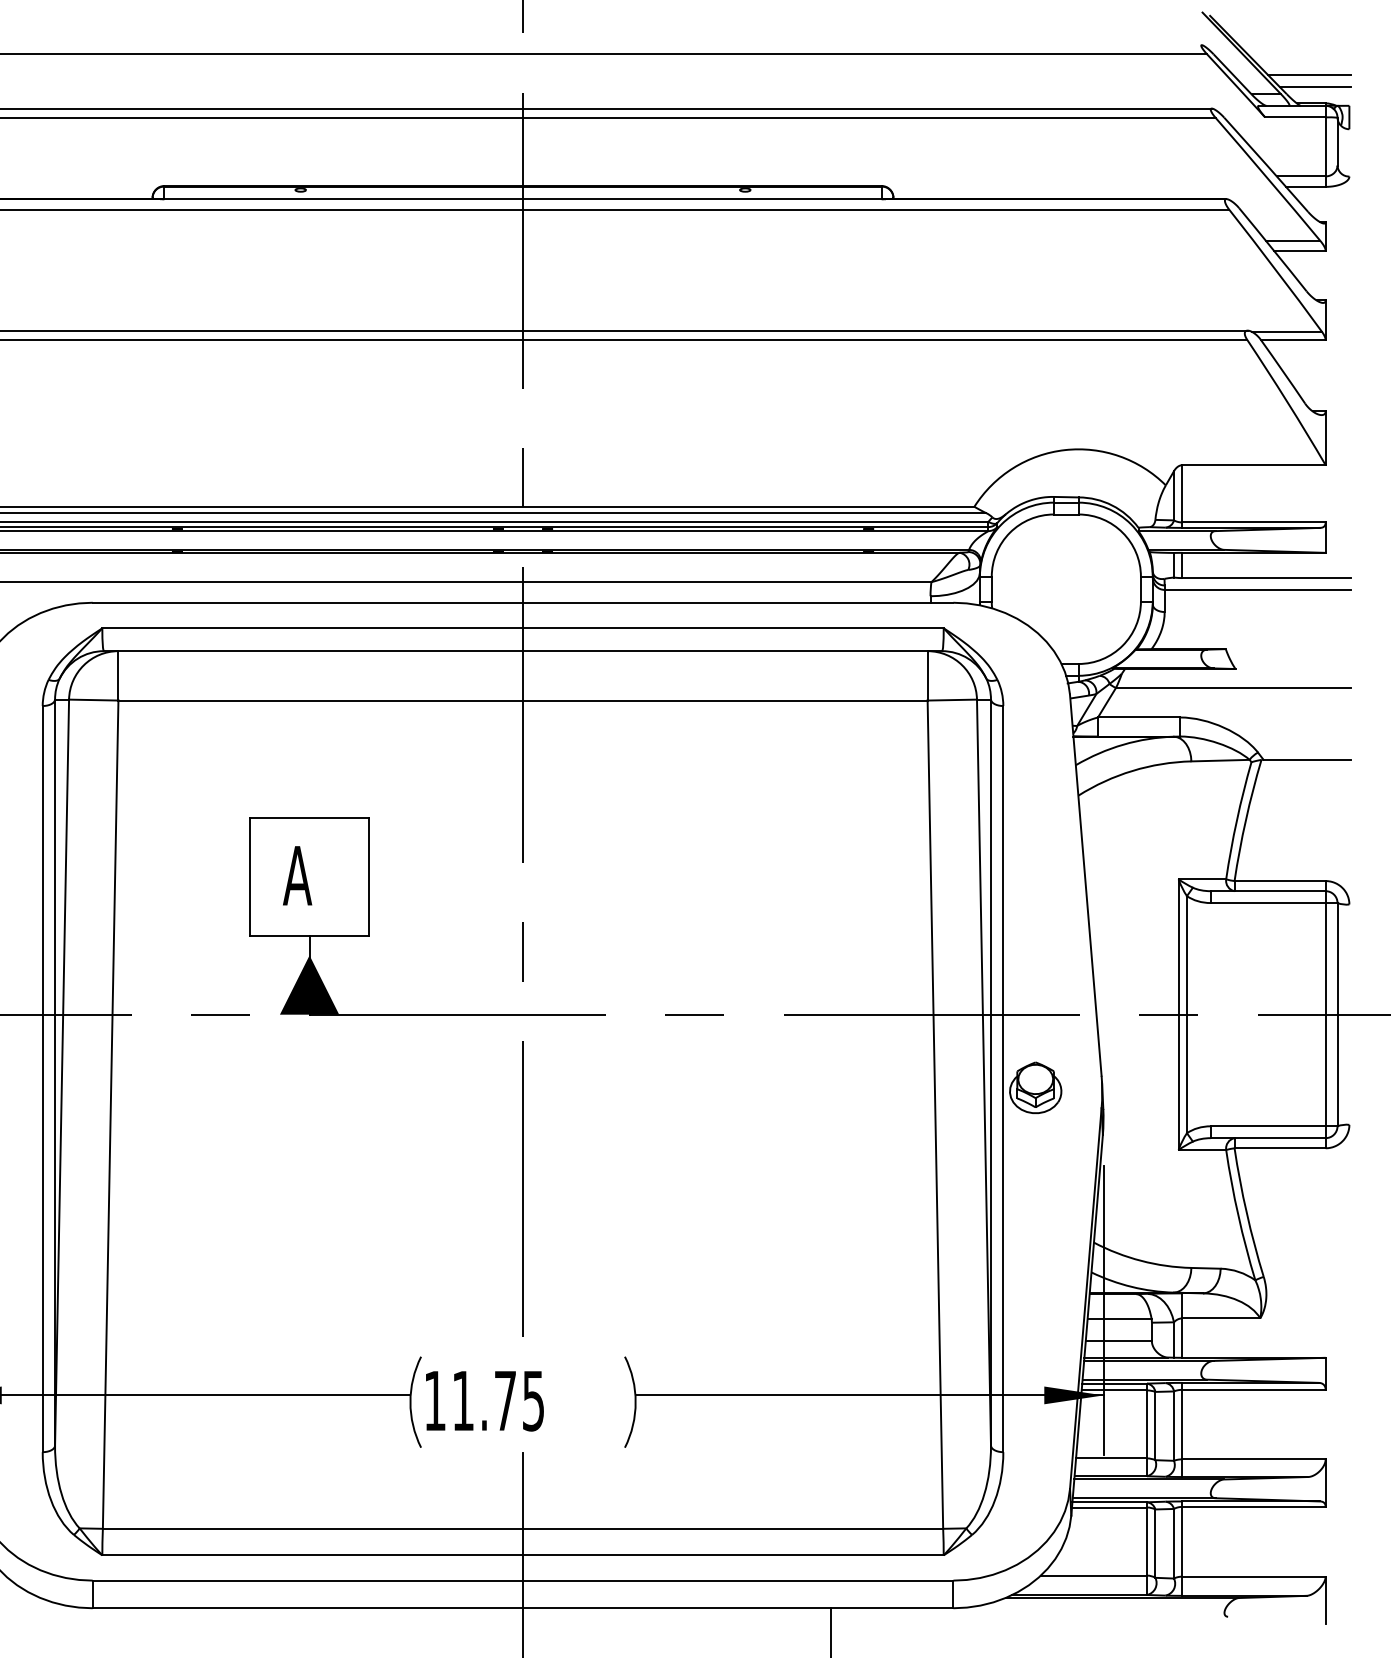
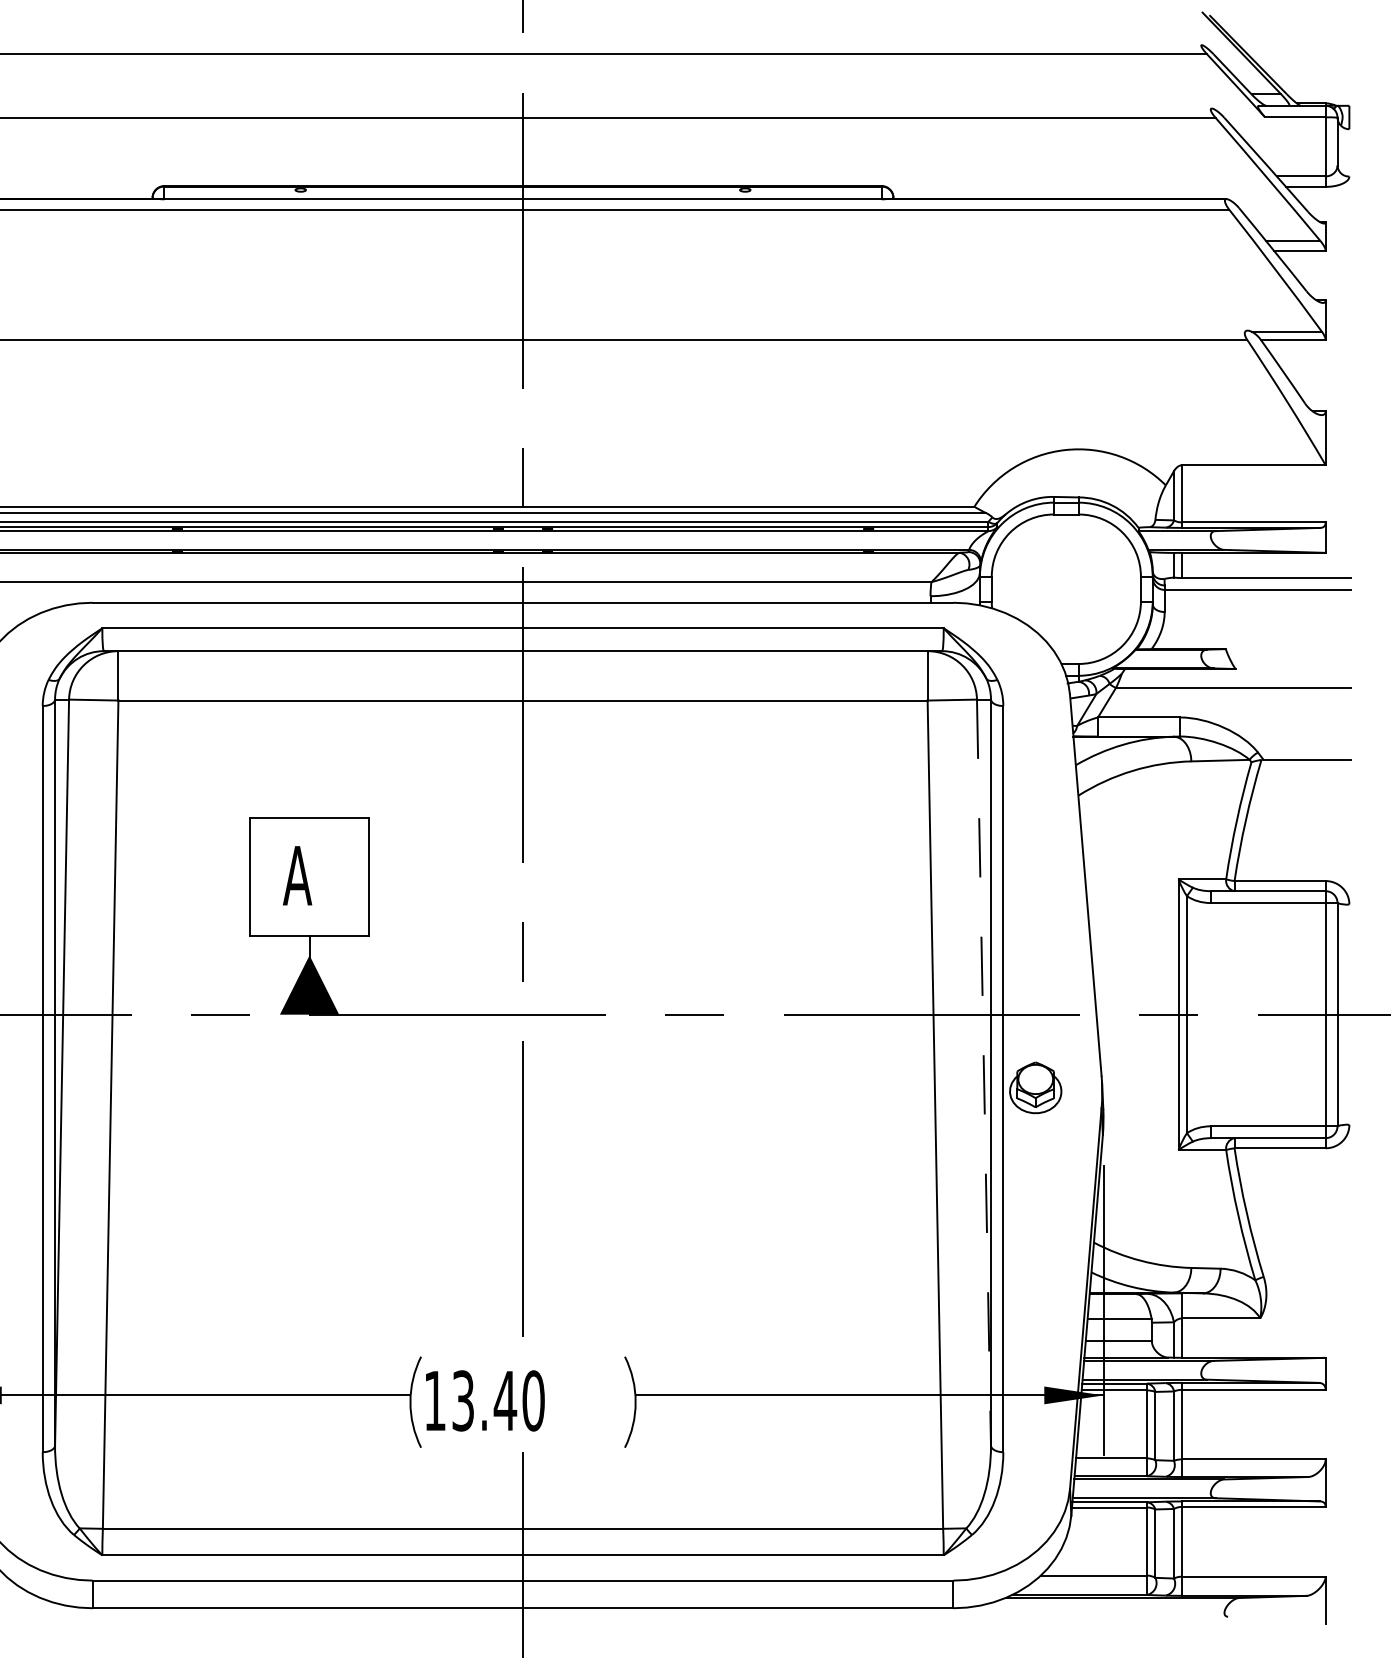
line at (1308, 74): present -> none
line at (1314, 87): present -> none
line at (606, 108): present -> none
line at (624, 330): present -> none
line at (984, 1073): solid -> dashed
text at (498, 1400): 11.75 -> 13.40
line at (831, 1631): present -> none
